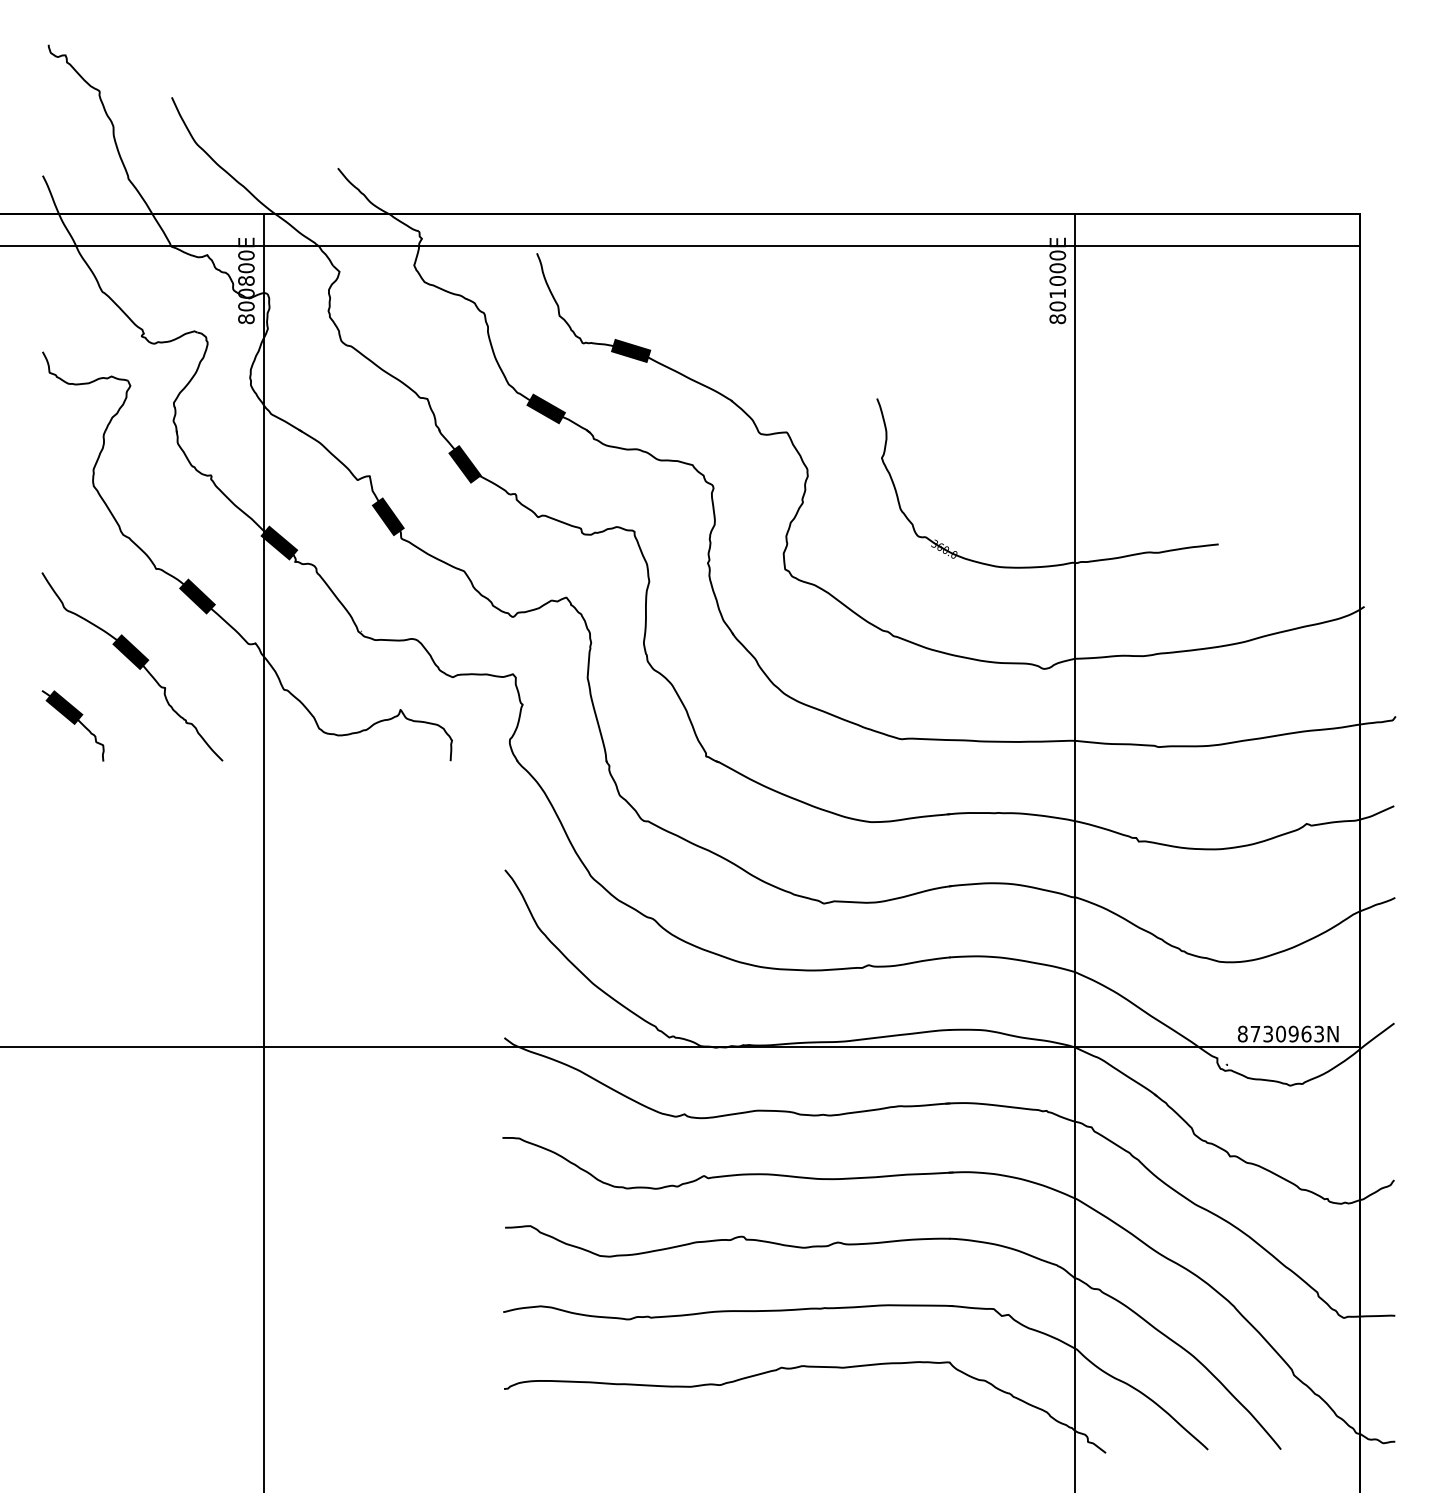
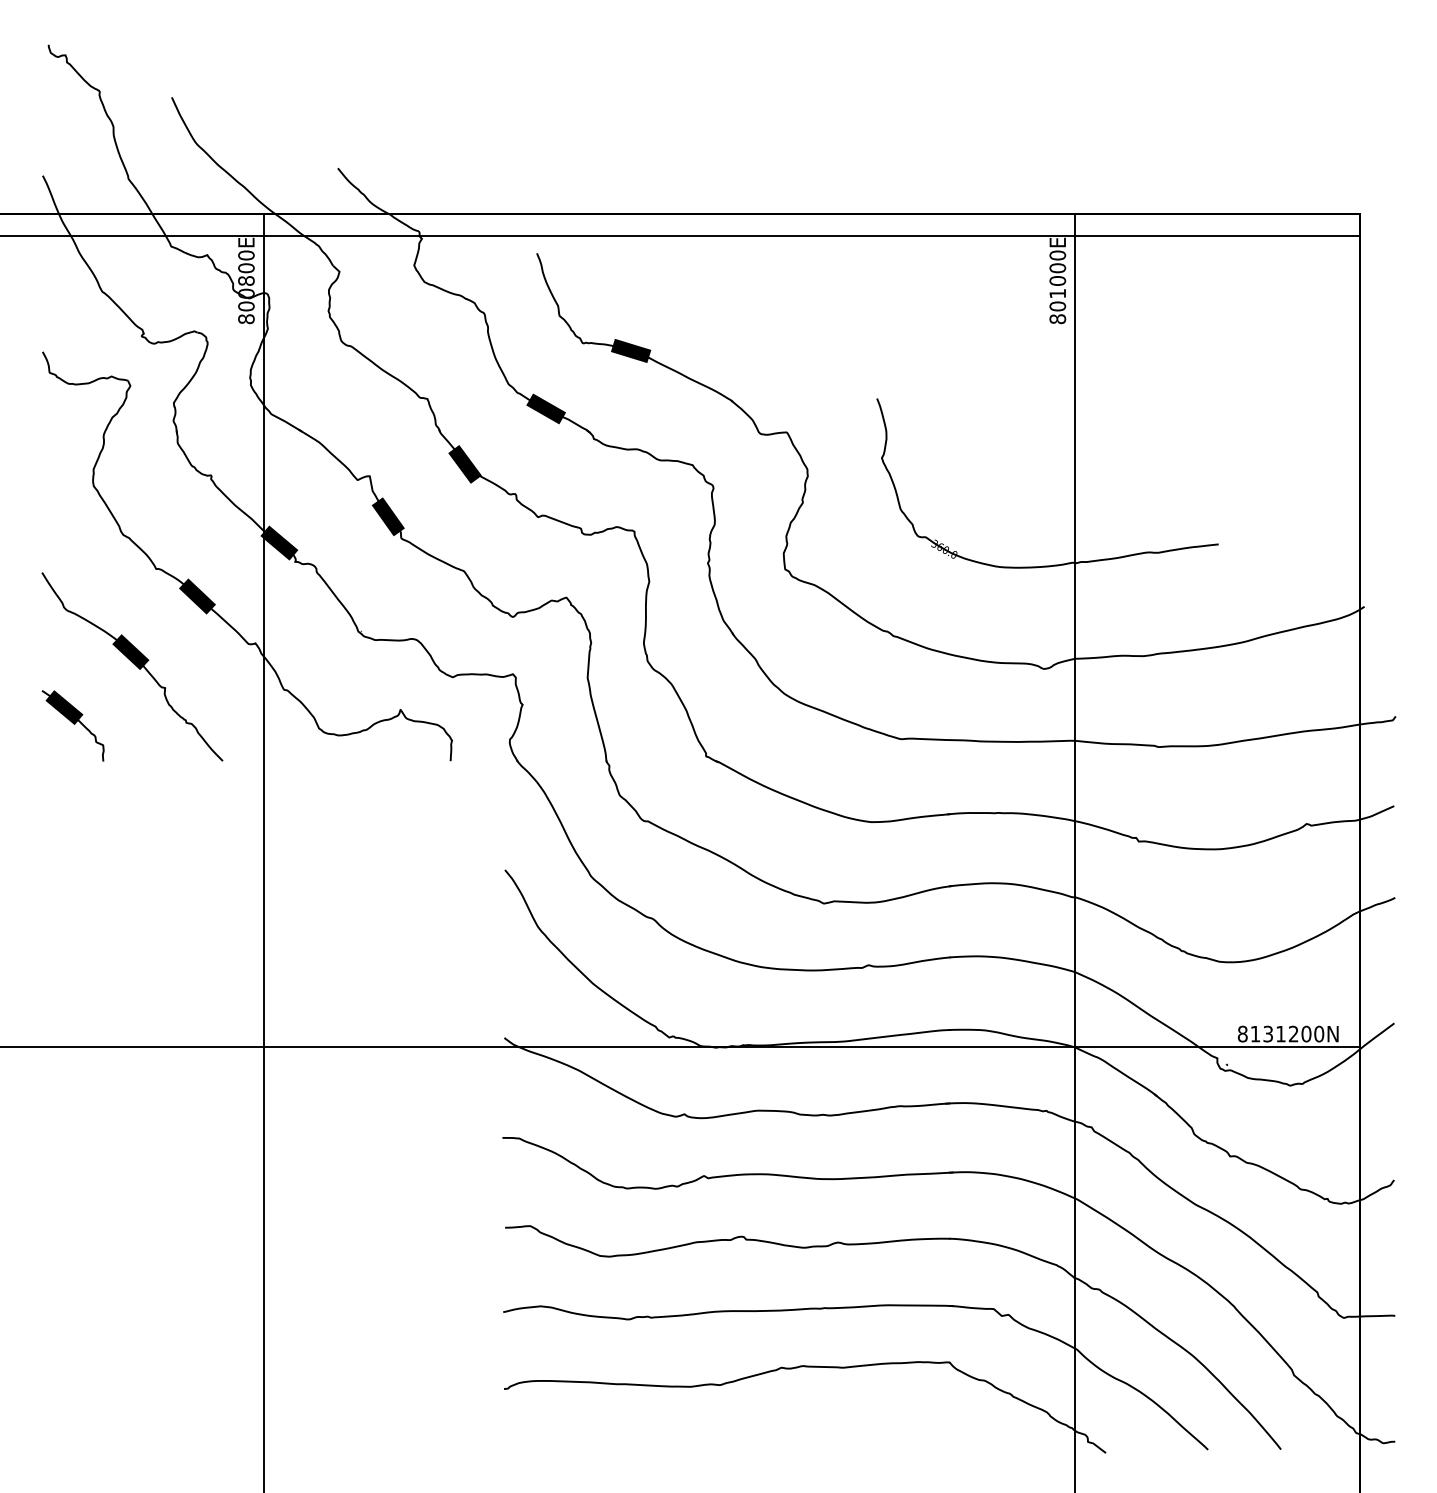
line at (681, 246) position: (681, 246) -> (681, 236)
text at (1287, 1033): 8730963N -> 8131200N
